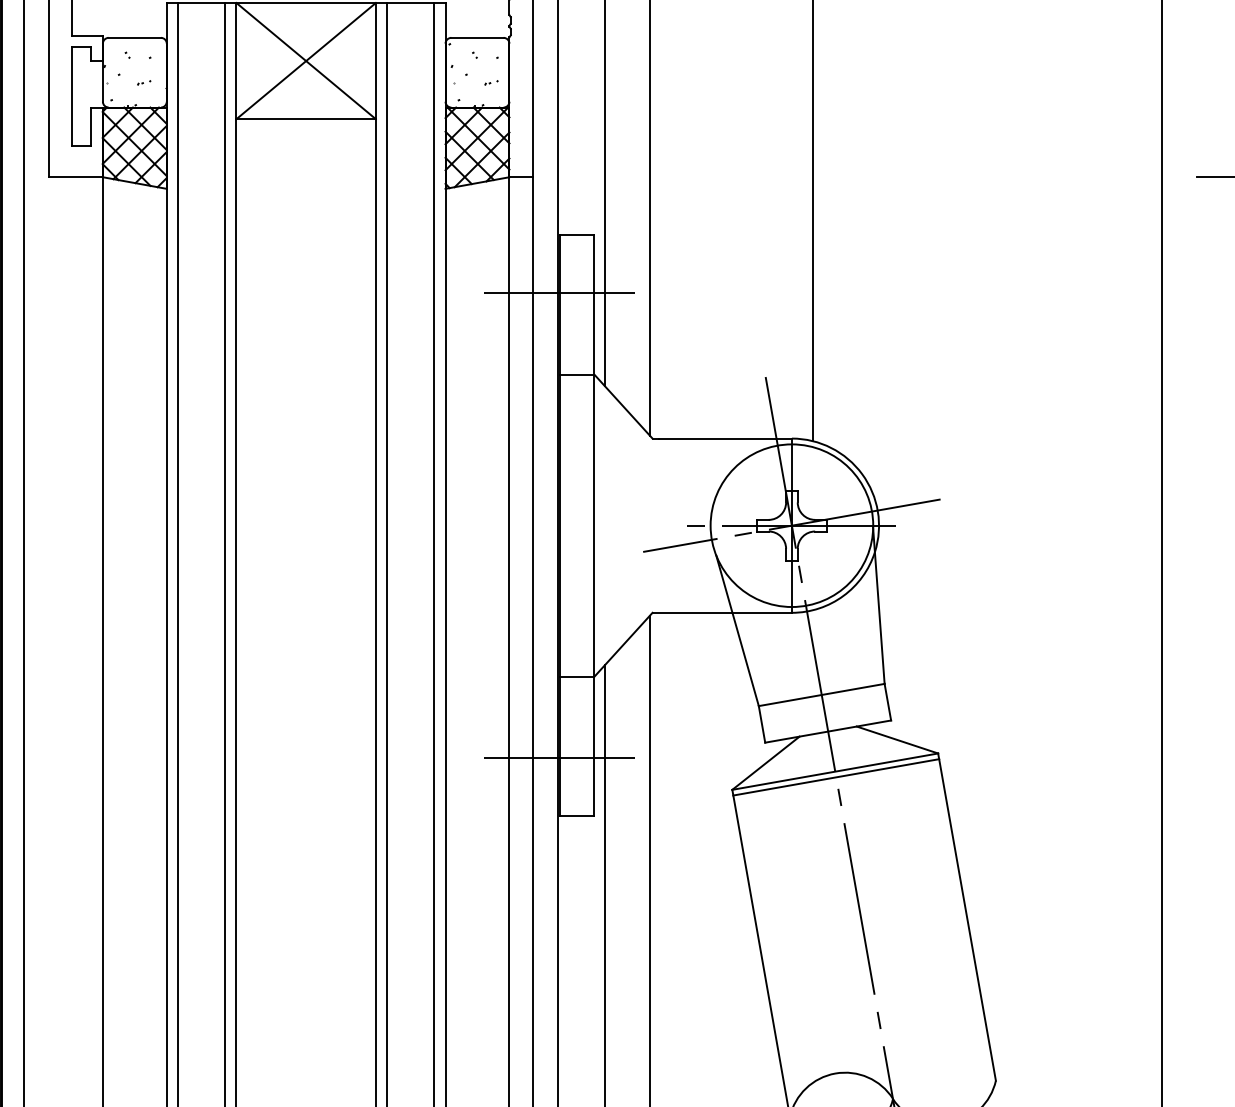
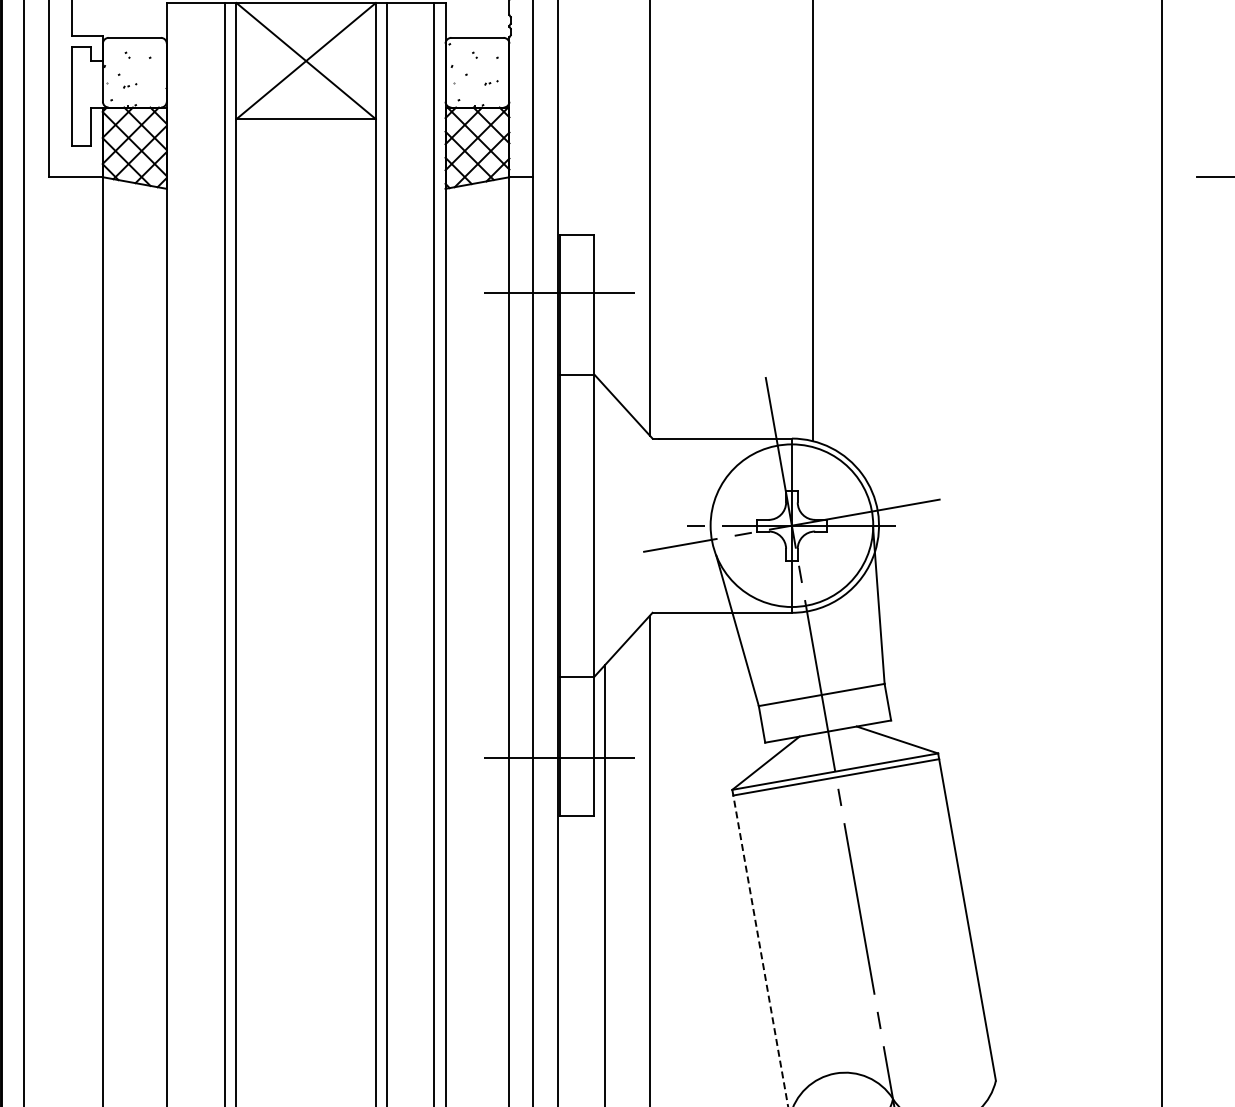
part at (144, 82) position: (144, 82) -> (130, 85)
line at (604, 194): present -> none
line at (178, 553): present -> none
line at (760, 947): solid -> dashed
